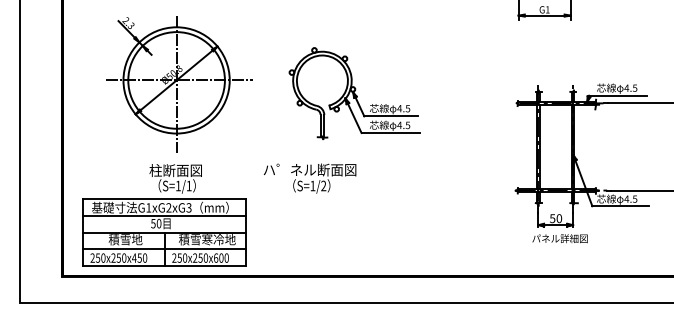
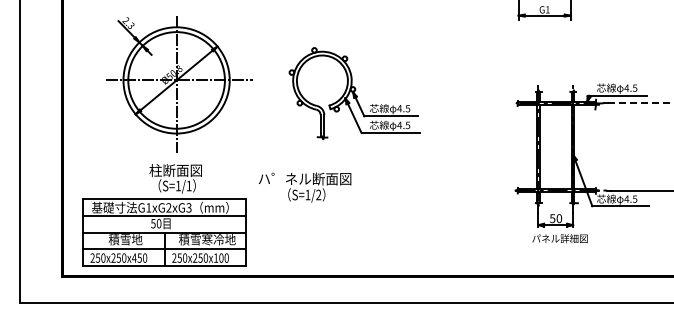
line at (640, 103): solid -> dashed
text at (309, 178) position: (309, 178) -> (304, 187)
text at (216, 257): 250x250x600 -> 250x250x100
